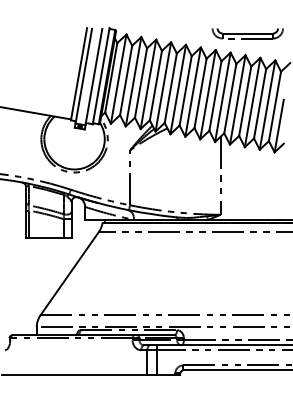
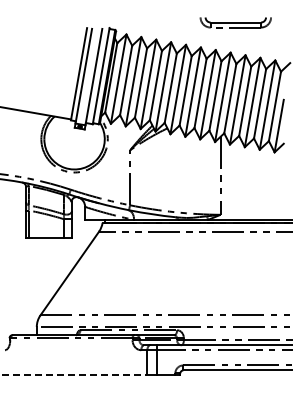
part at (247, 33) position: (247, 33) -> (235, 22)
line at (74, 375): solid -> dashed
